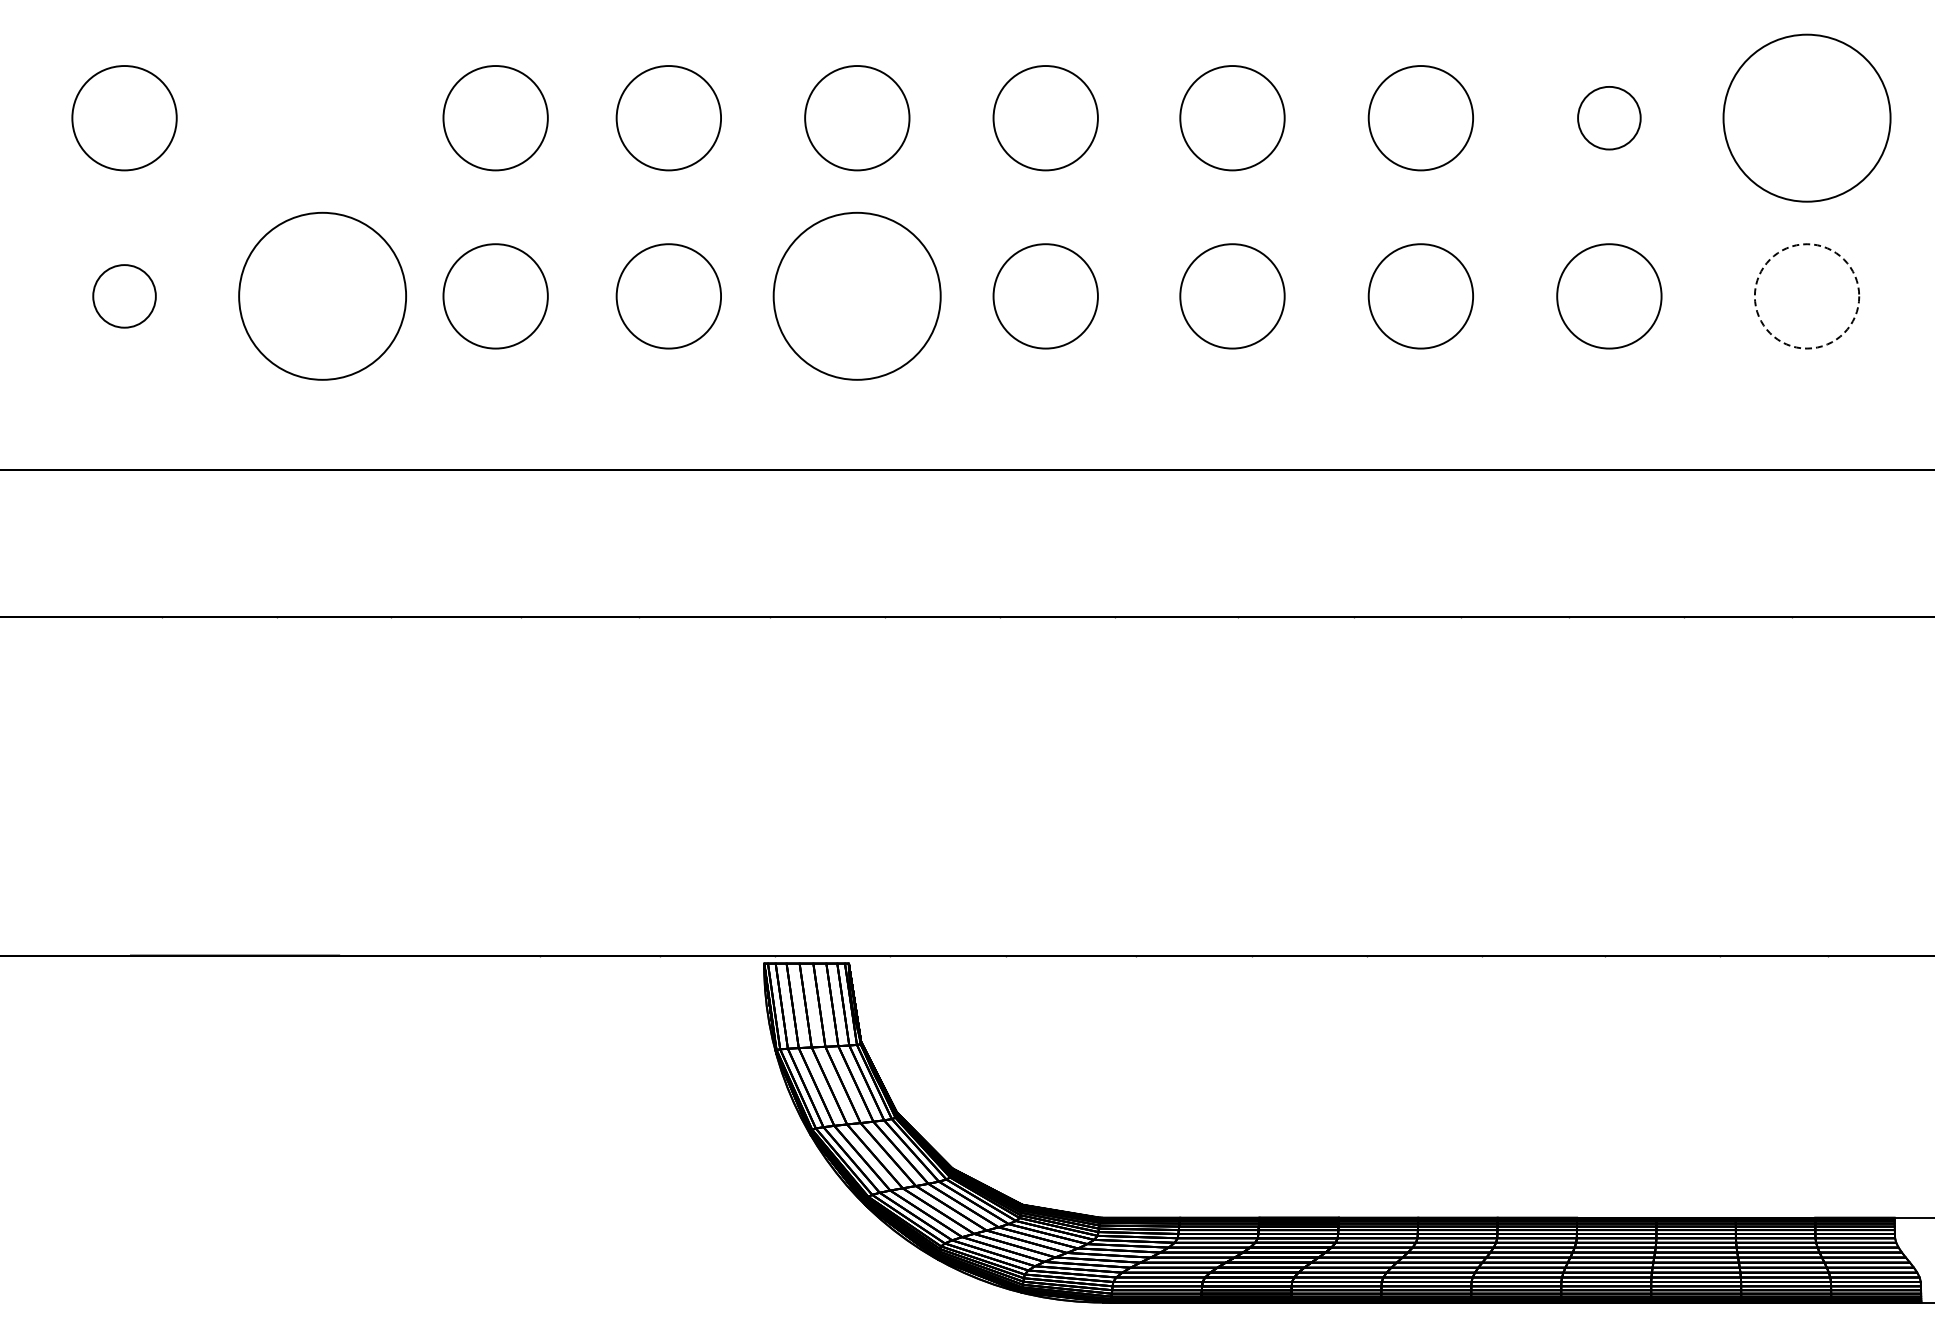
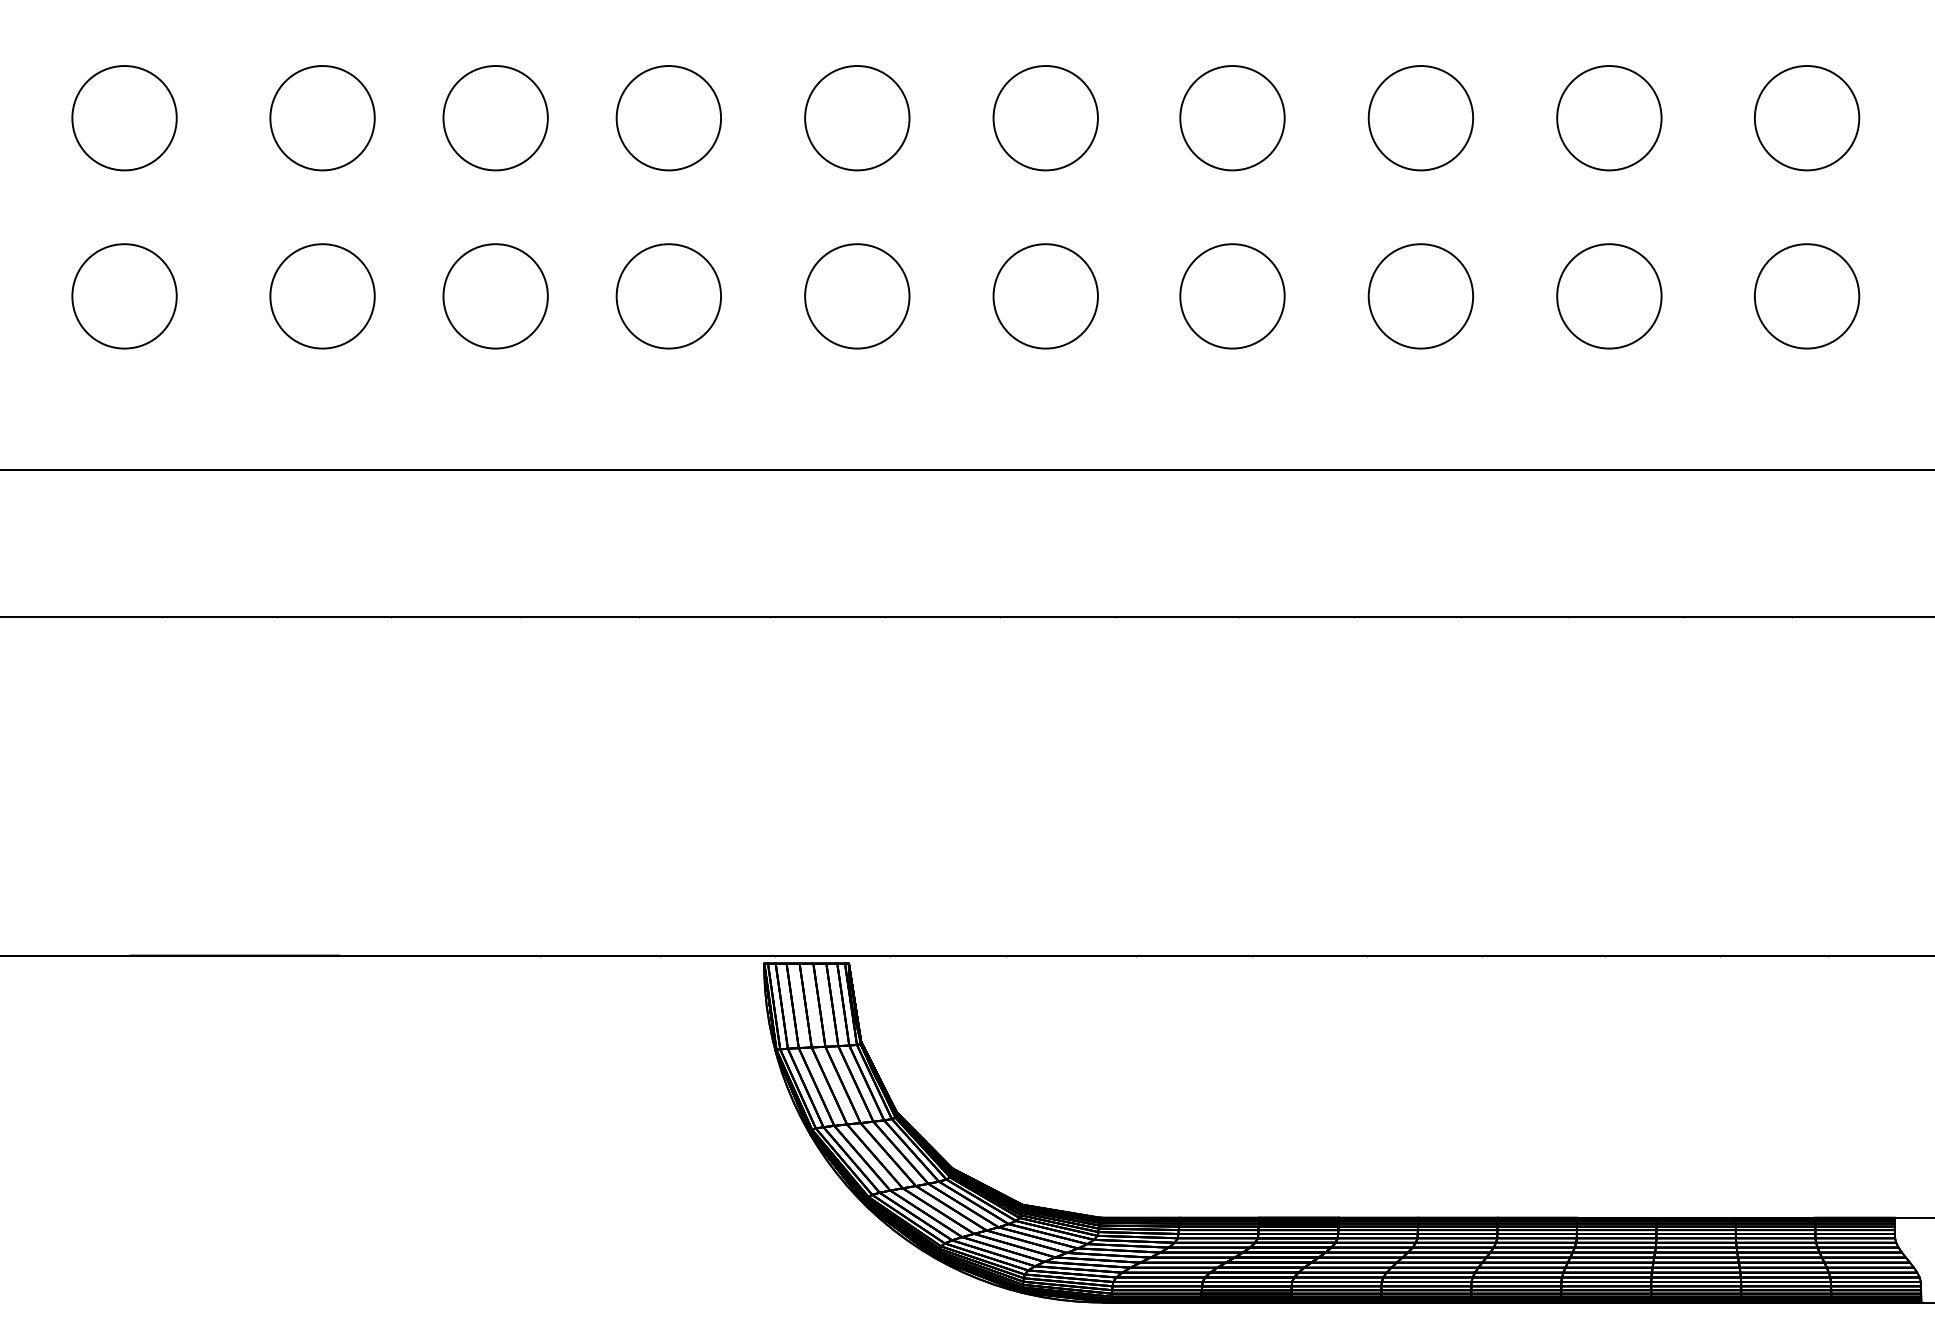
circle at (1609, 117) diameter: 63 px -> 104 px
circle at (1806, 117) diameter: 167 px -> 104 px
circle at (322, 118): none -> present
circle at (322, 295) size: 169x170 px -> 107x107 px
circle at (856, 295) size: 170x170 px -> 107x107 px
circle at (124, 296) diameter: 63 px -> 104 px
circle at (1806, 296): dashed -> solid
